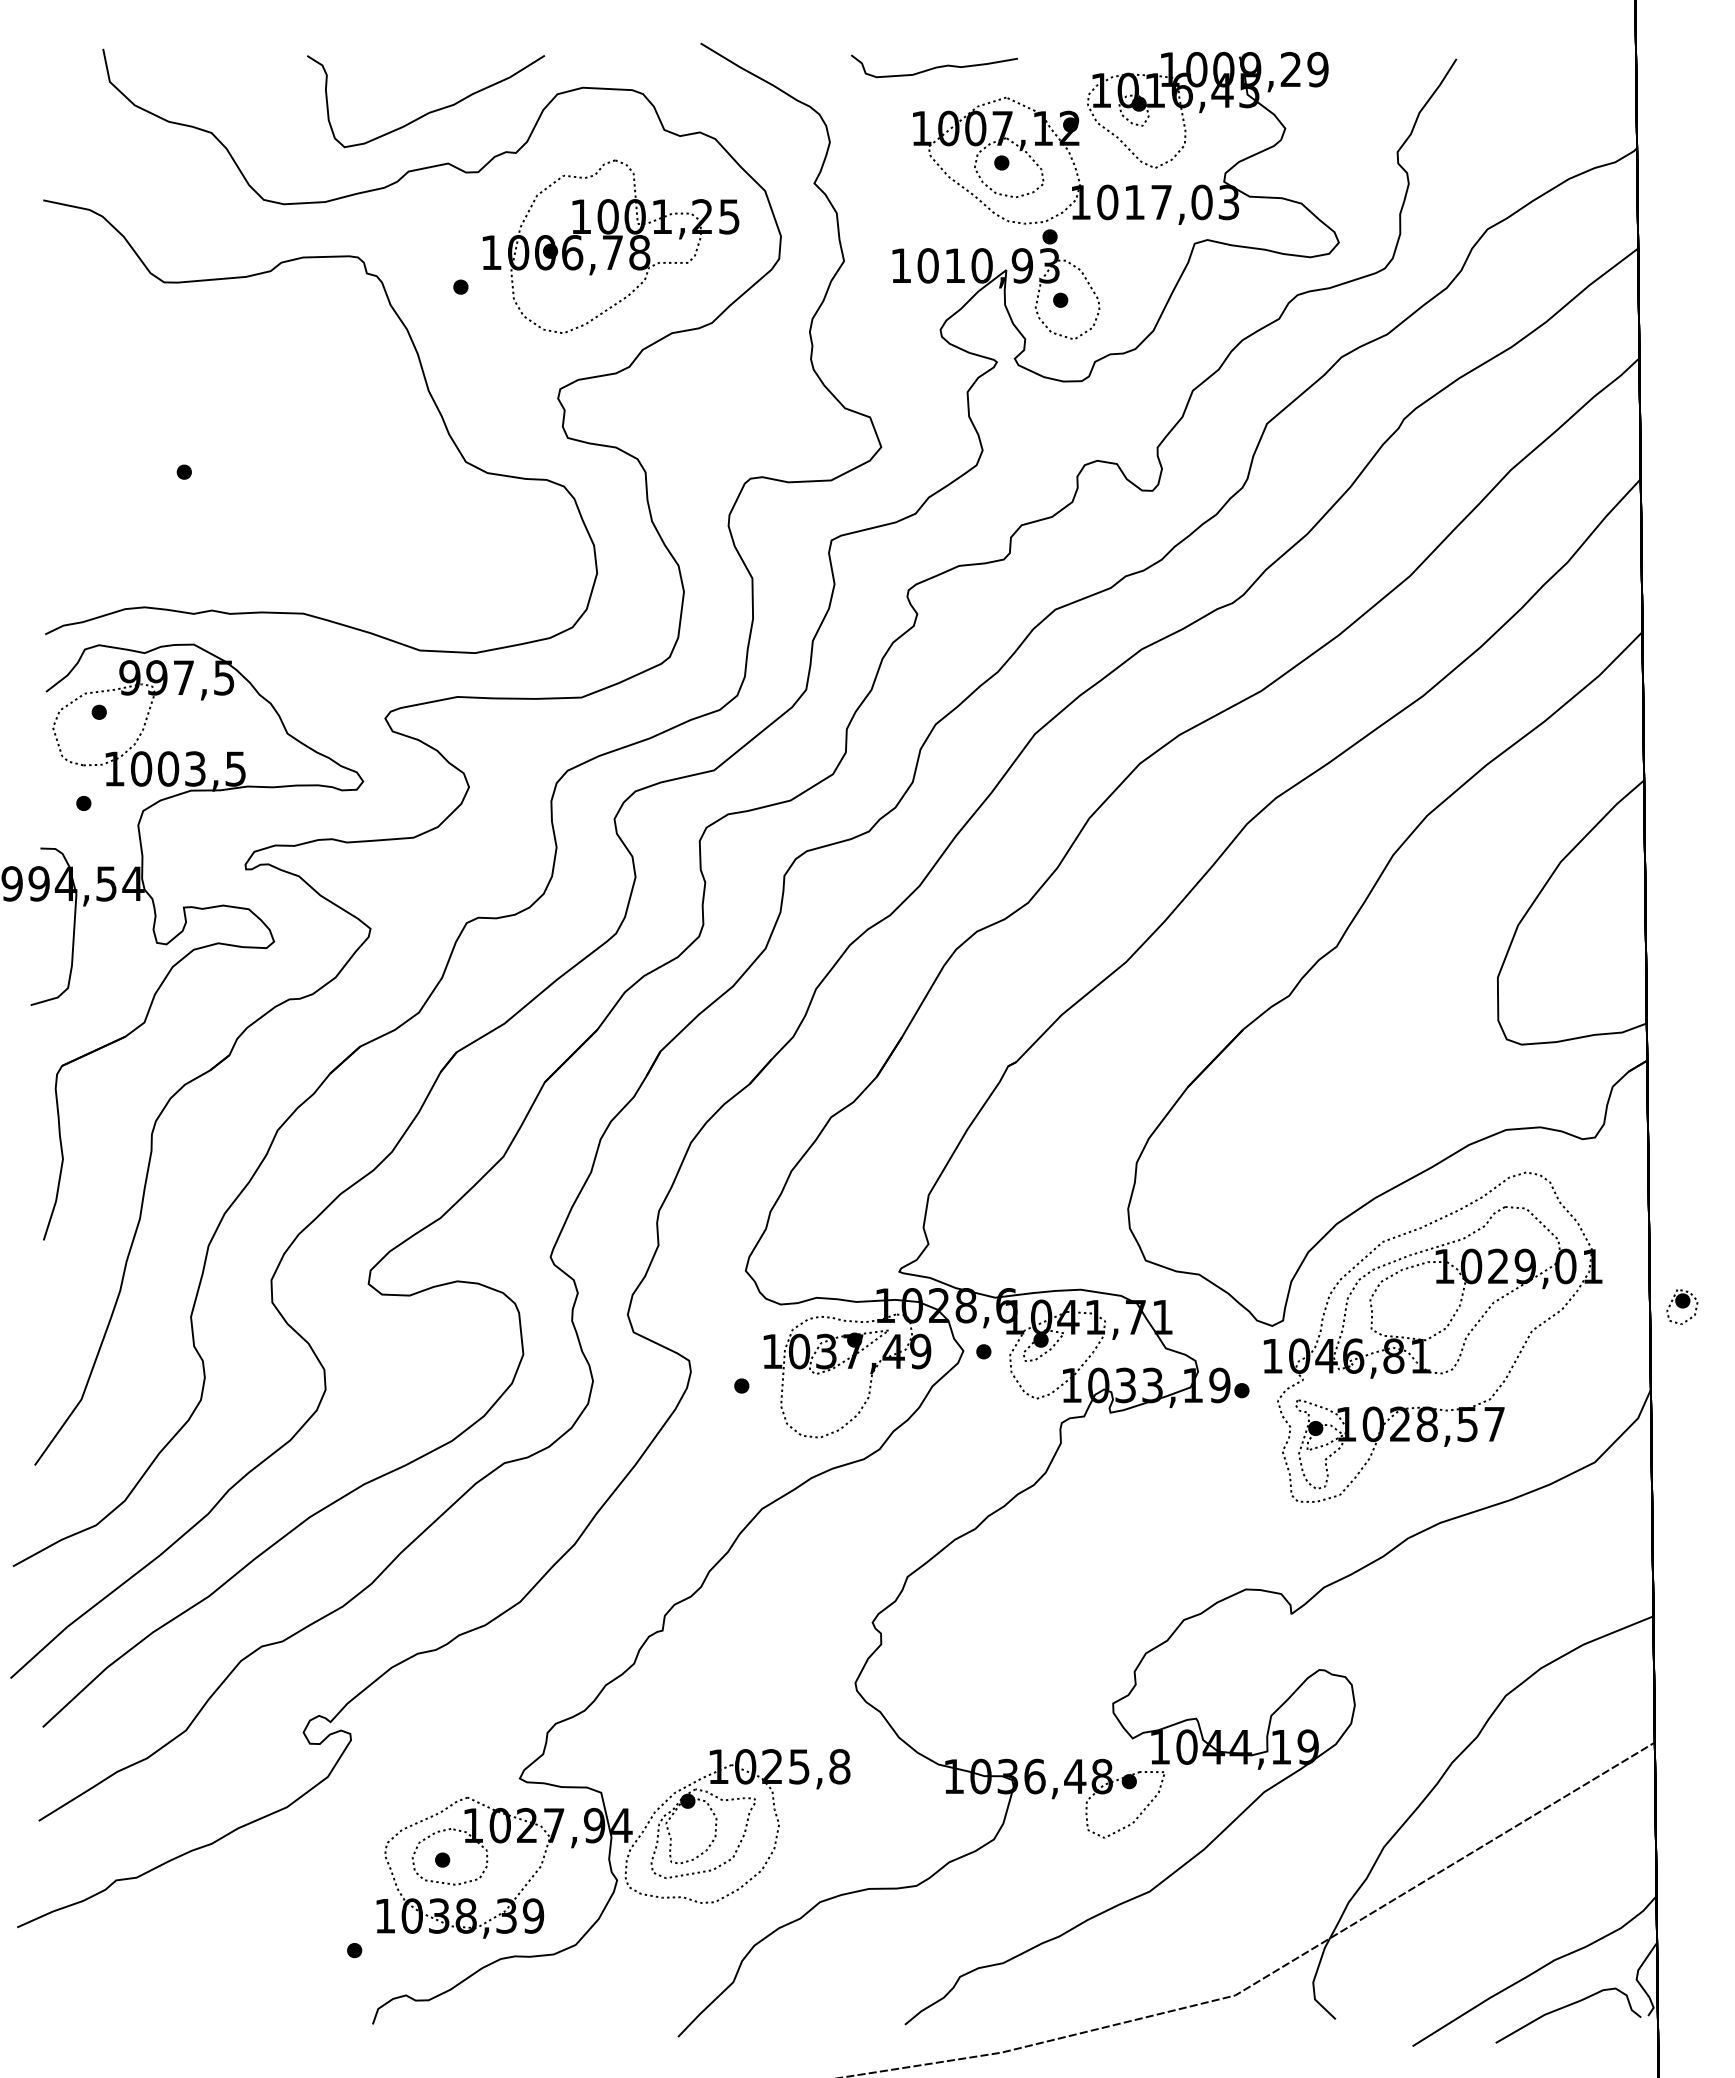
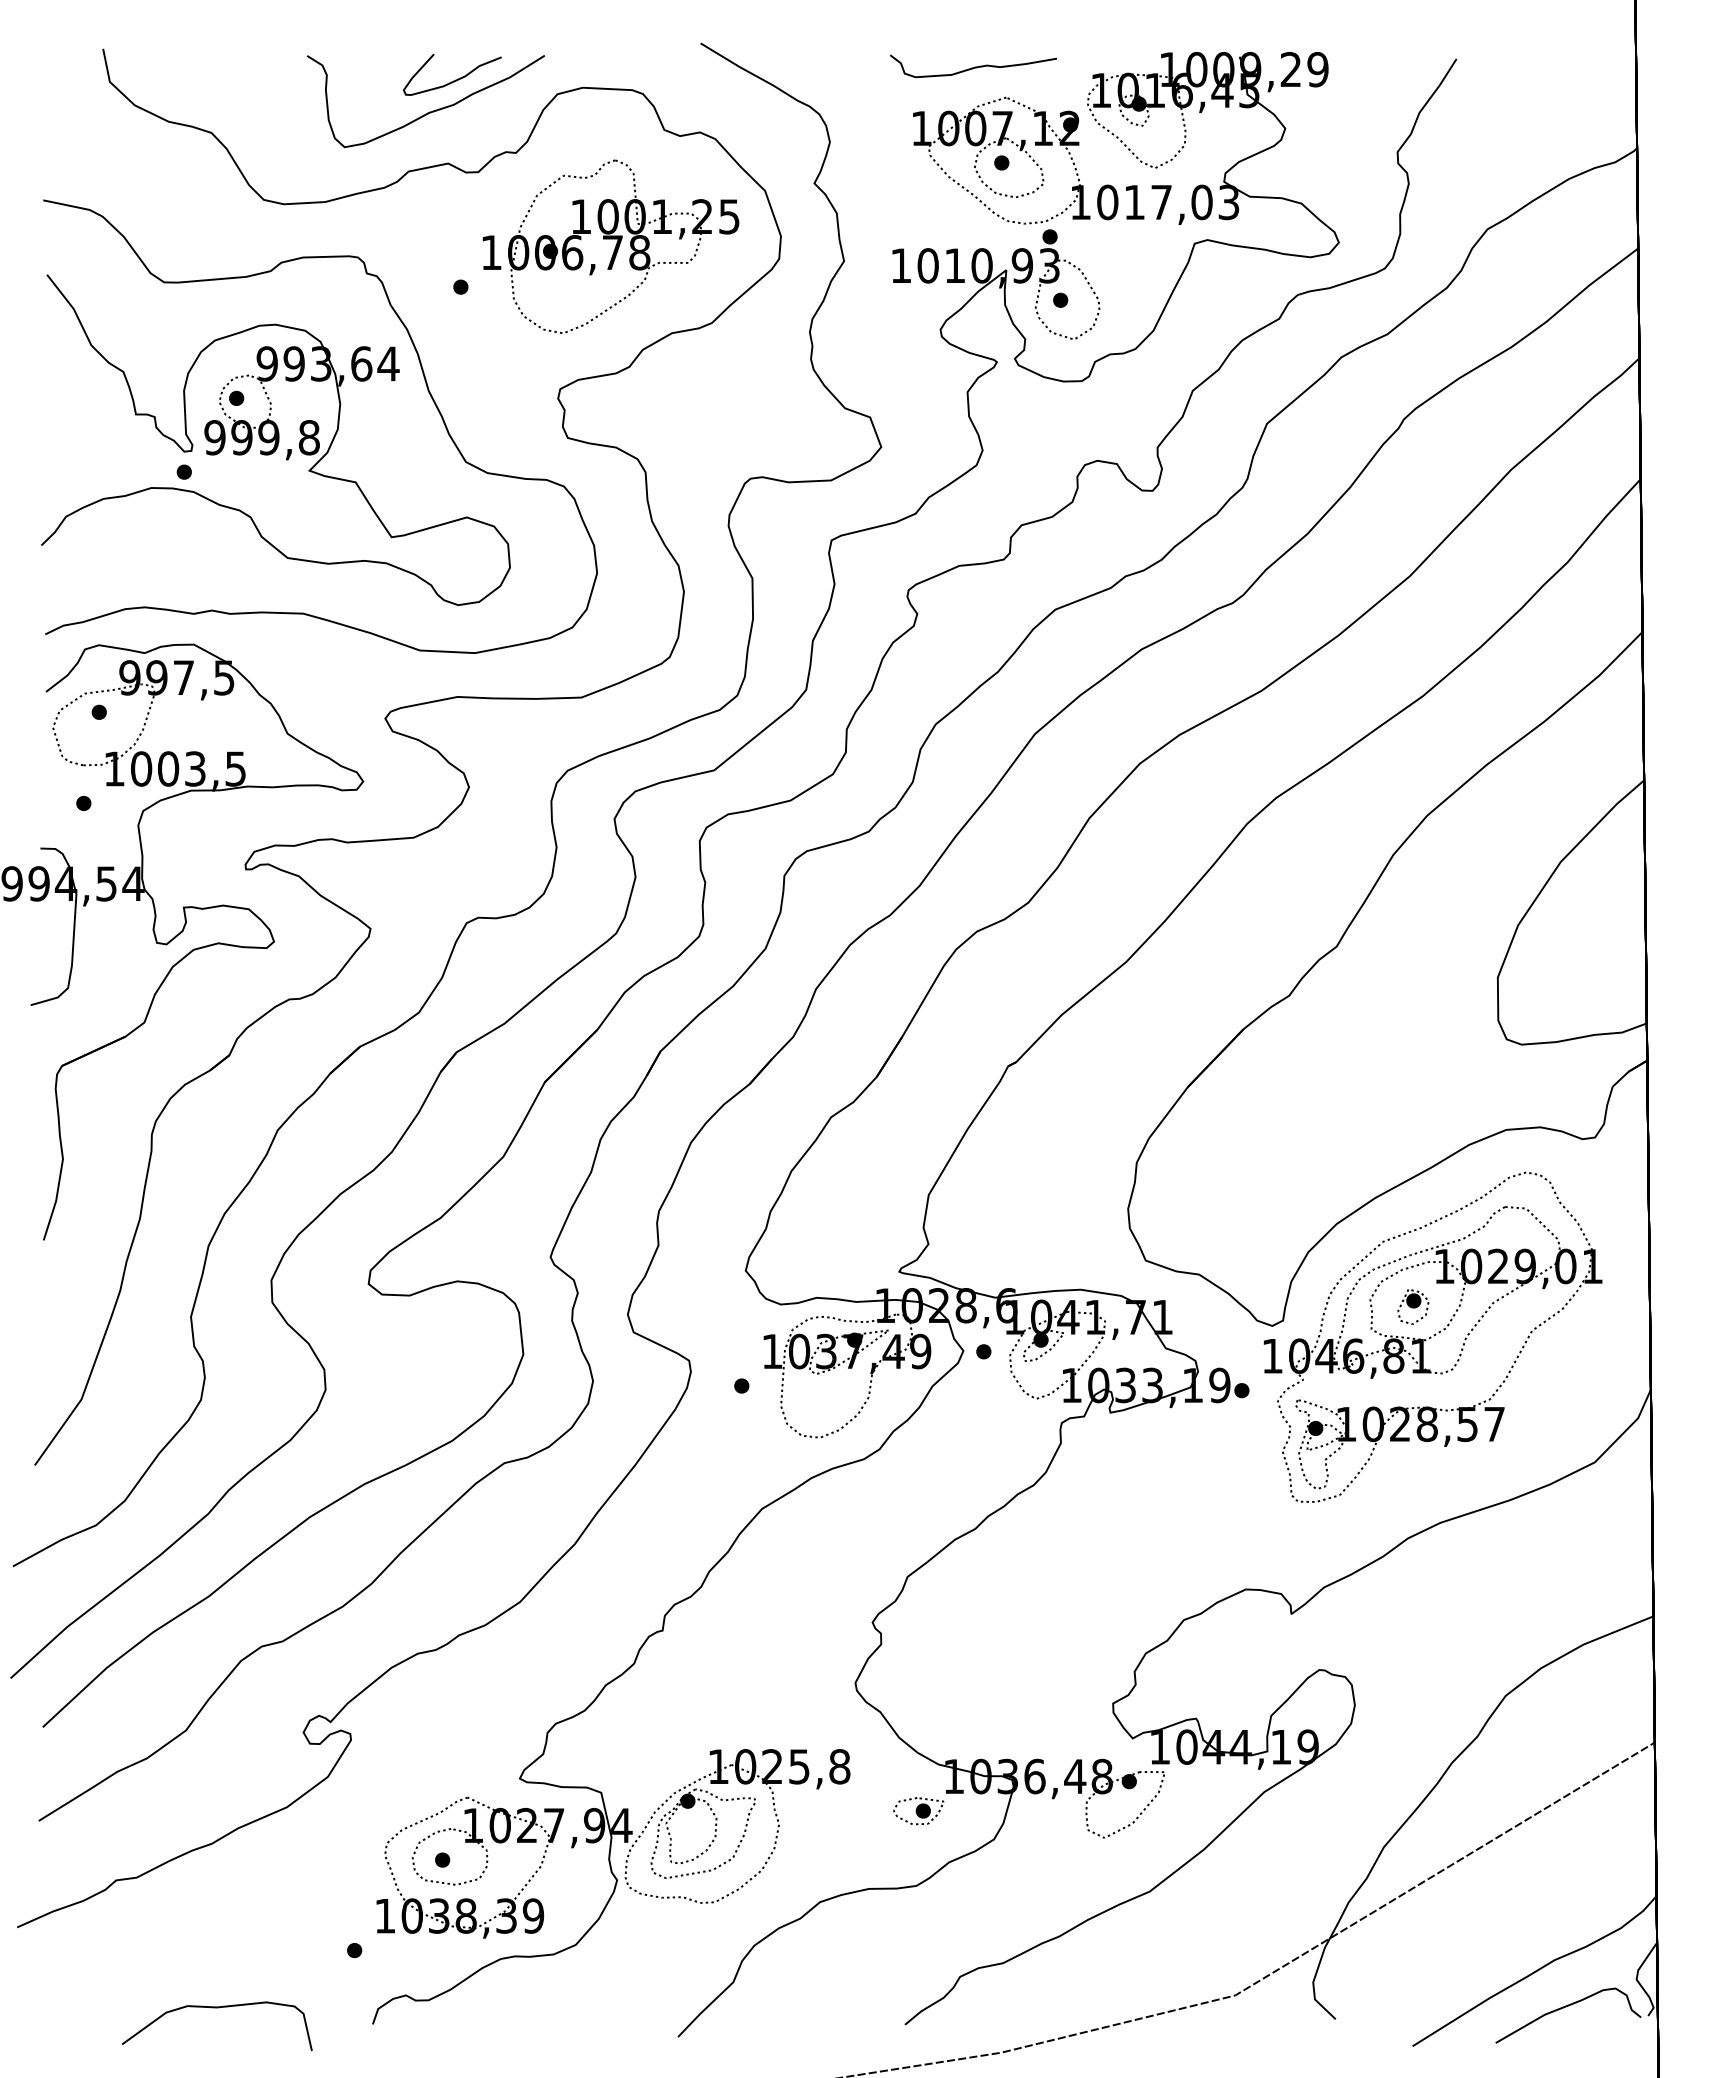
curve at (935, 66) position: (935, 66) -> (974, 66)
curve at (455, 79): none -> present
part at (275, 439): none -> present
part at (1682, 1306) position: (1682, 1306) -> (1413, 1306)
part at (918, 1811): none -> present
curve at (216, 2008): none -> present
